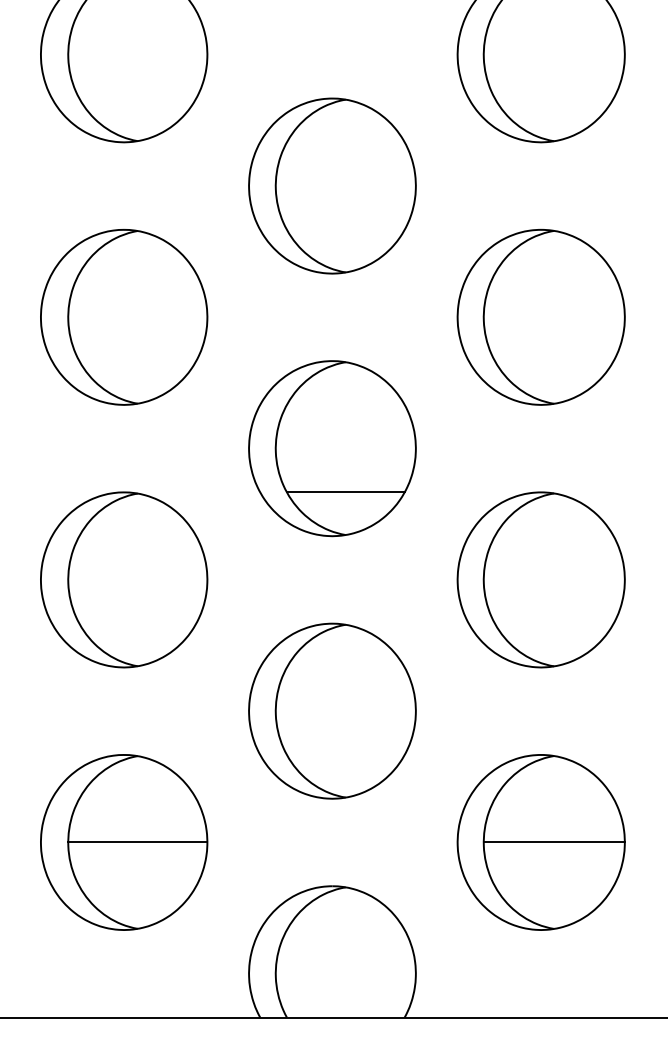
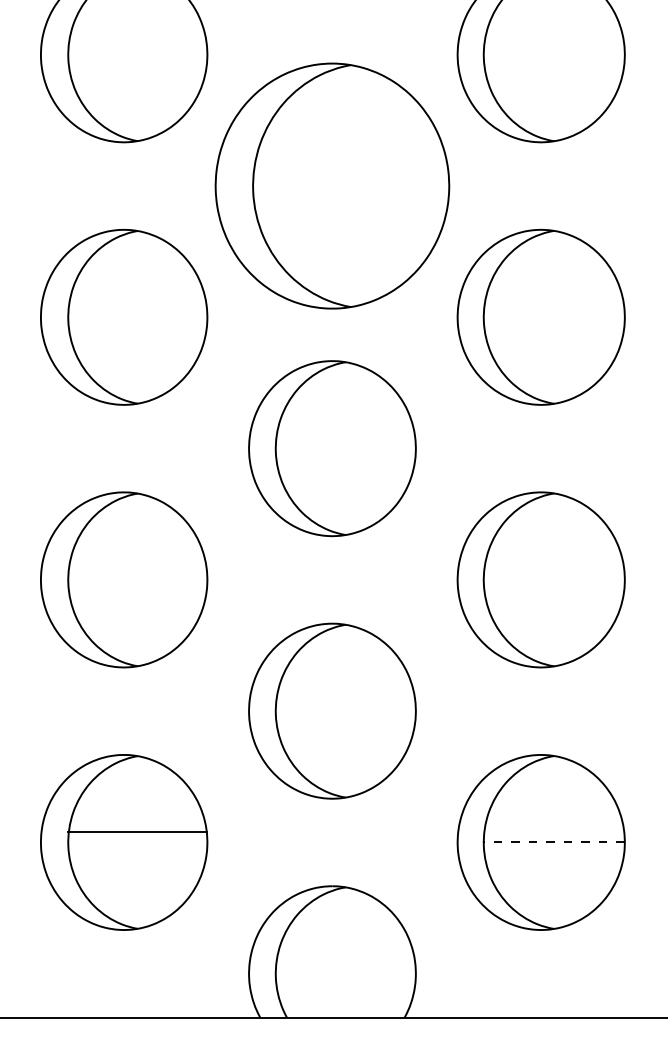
part at (332, 185) size: 169x178 px -> 237x248 px
line at (345, 492): present -> none
line at (137, 842) position: (137, 842) -> (137, 832)
line at (554, 842): solid -> dashed
